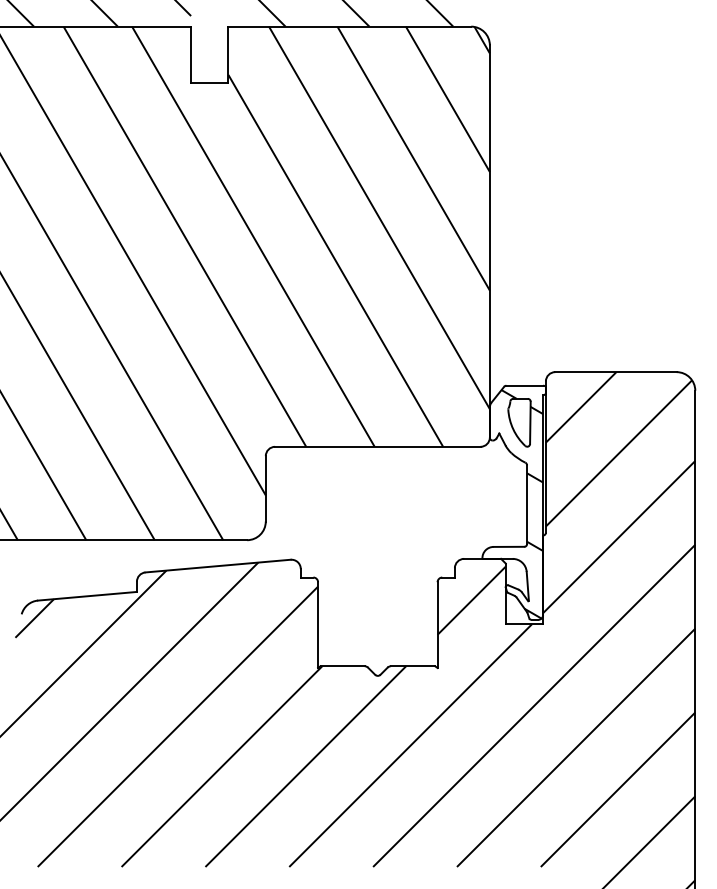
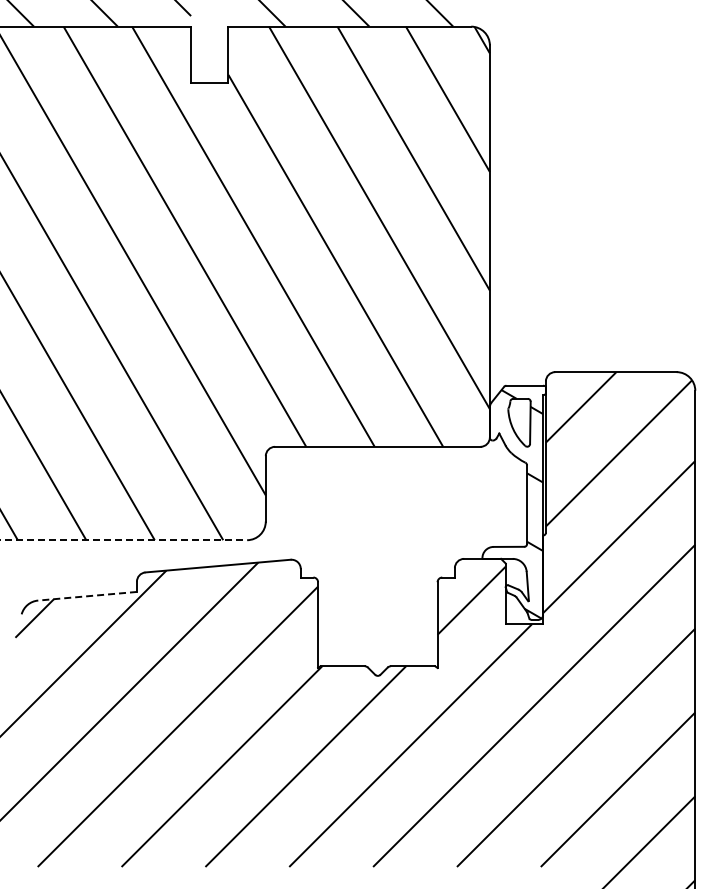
line at (124, 540): solid -> dashed
line at (87, 596): solid -> dashed
